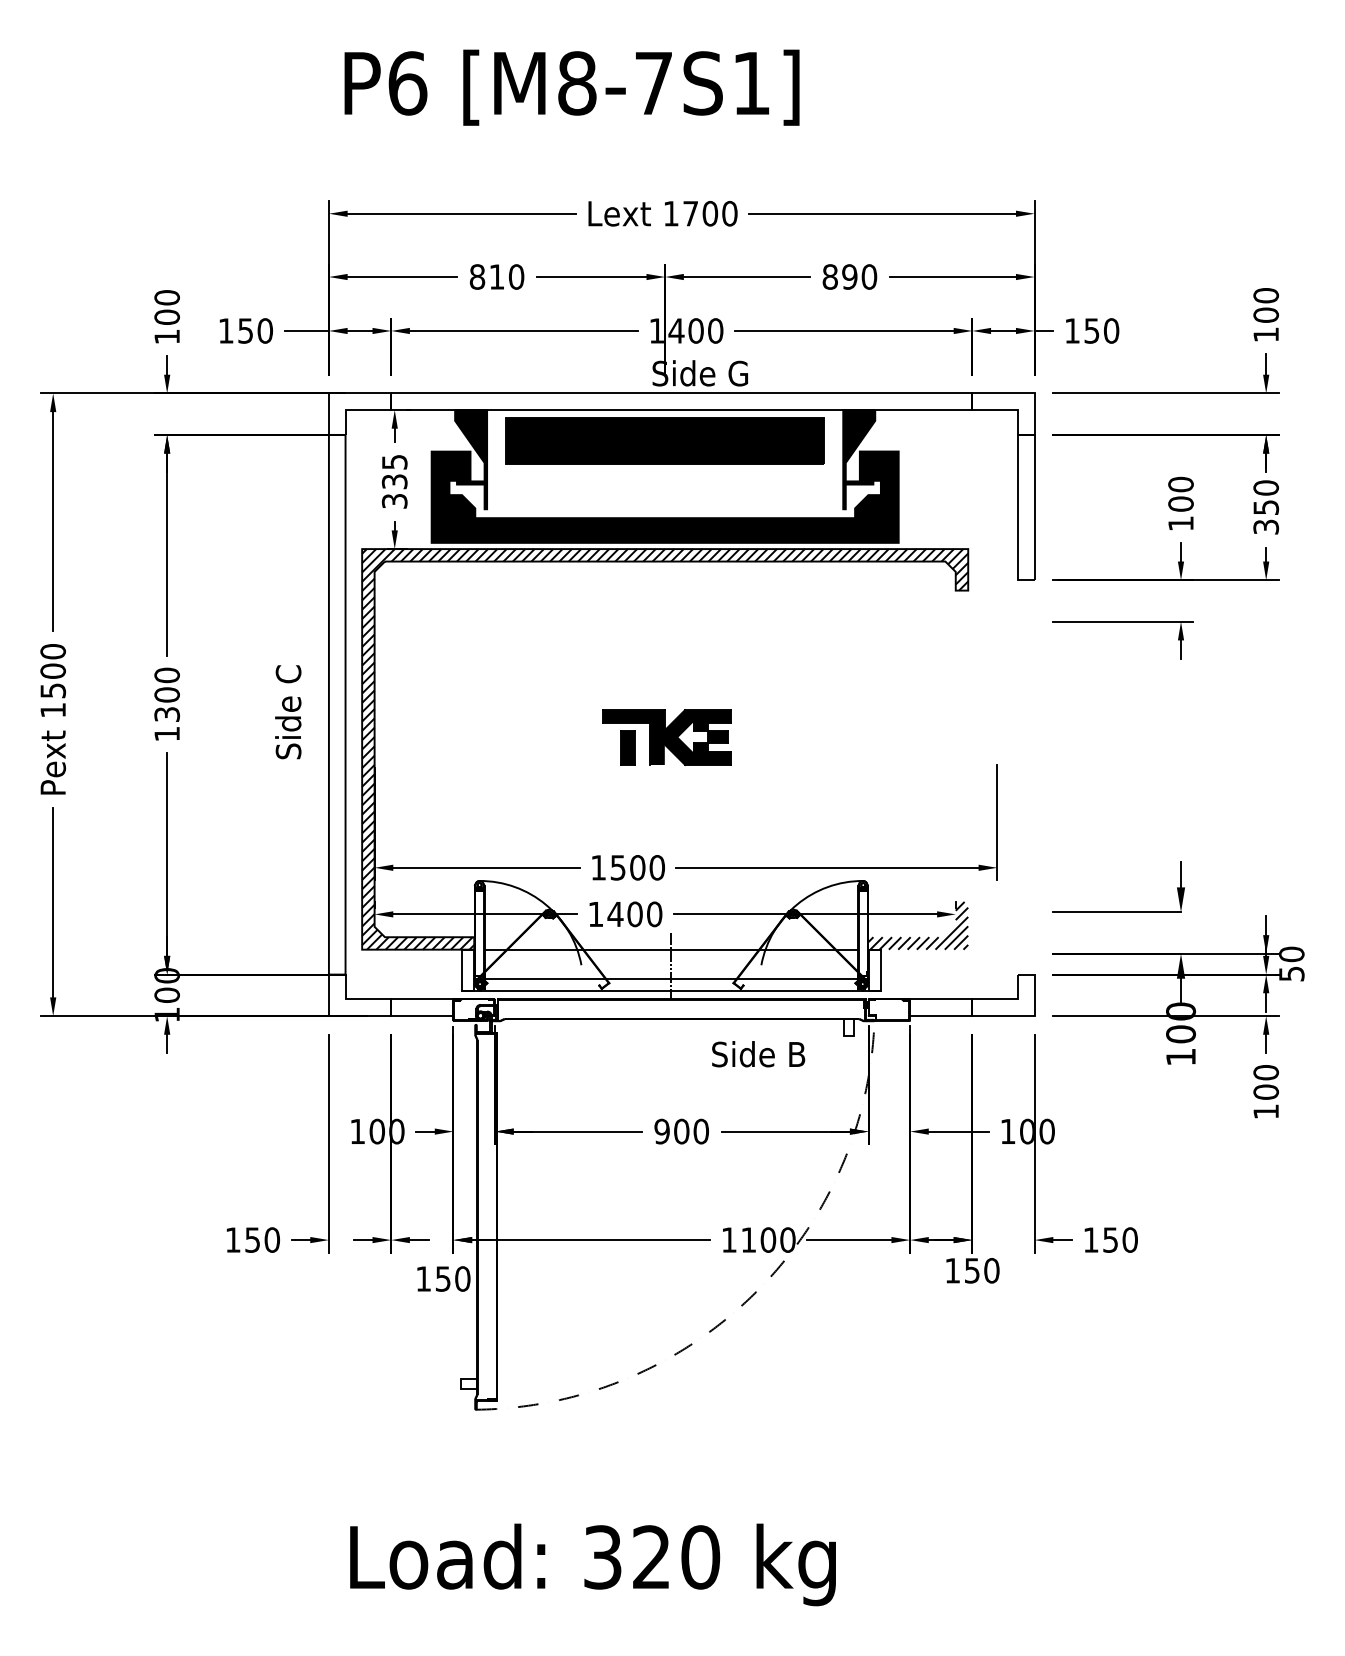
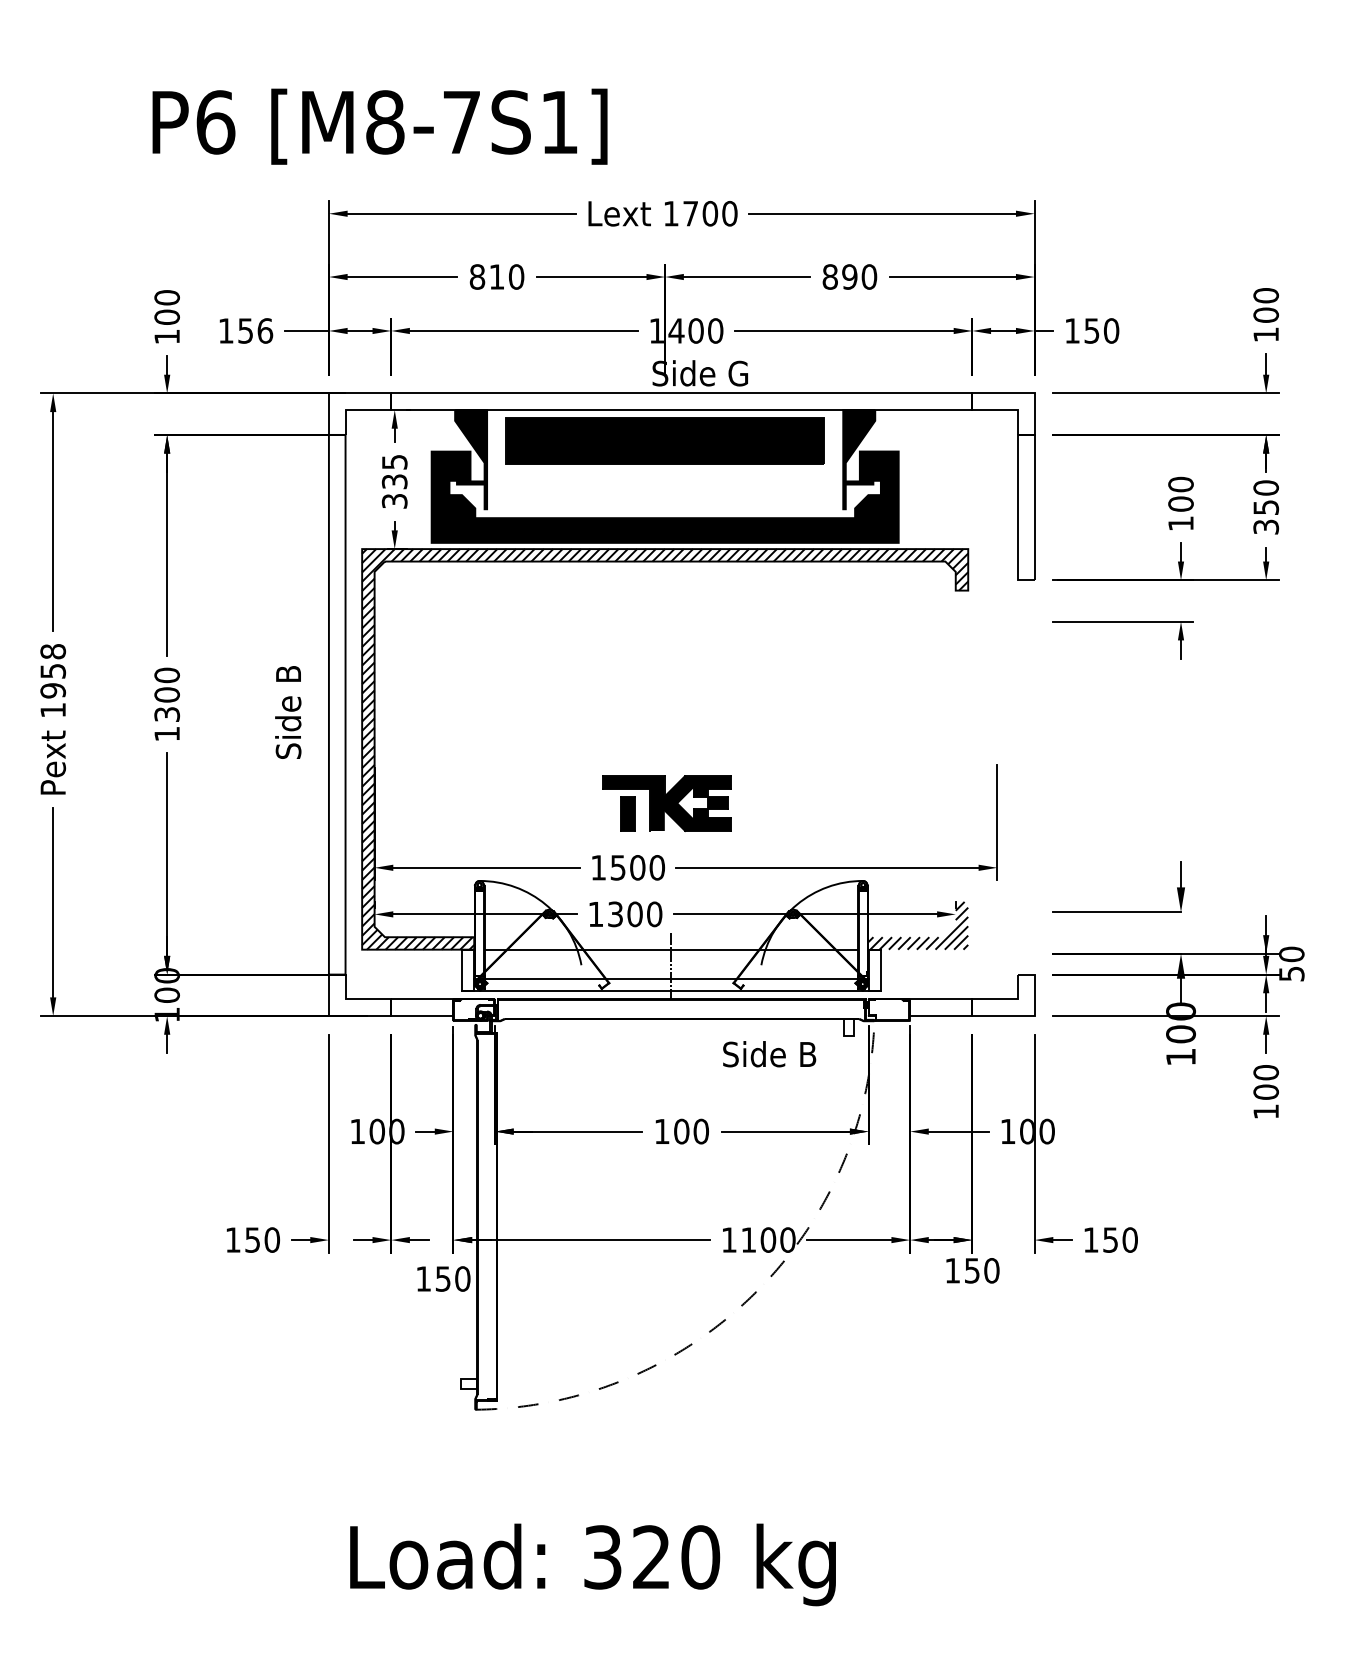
text at (571, 87) position: (571, 87) -> (379, 126)
text at (265, 330): 150 -> 156
text at (53, 671): 1500 -> 1958
text at (288, 712): Side C -> Side B
part at (666, 737) position: (666, 737) -> (666, 803)
text at (615, 914): 1400 -> 1300
text at (758, 1054) position: (758, 1054) -> (769, 1054)
text at (661, 1131): 900 -> 100
